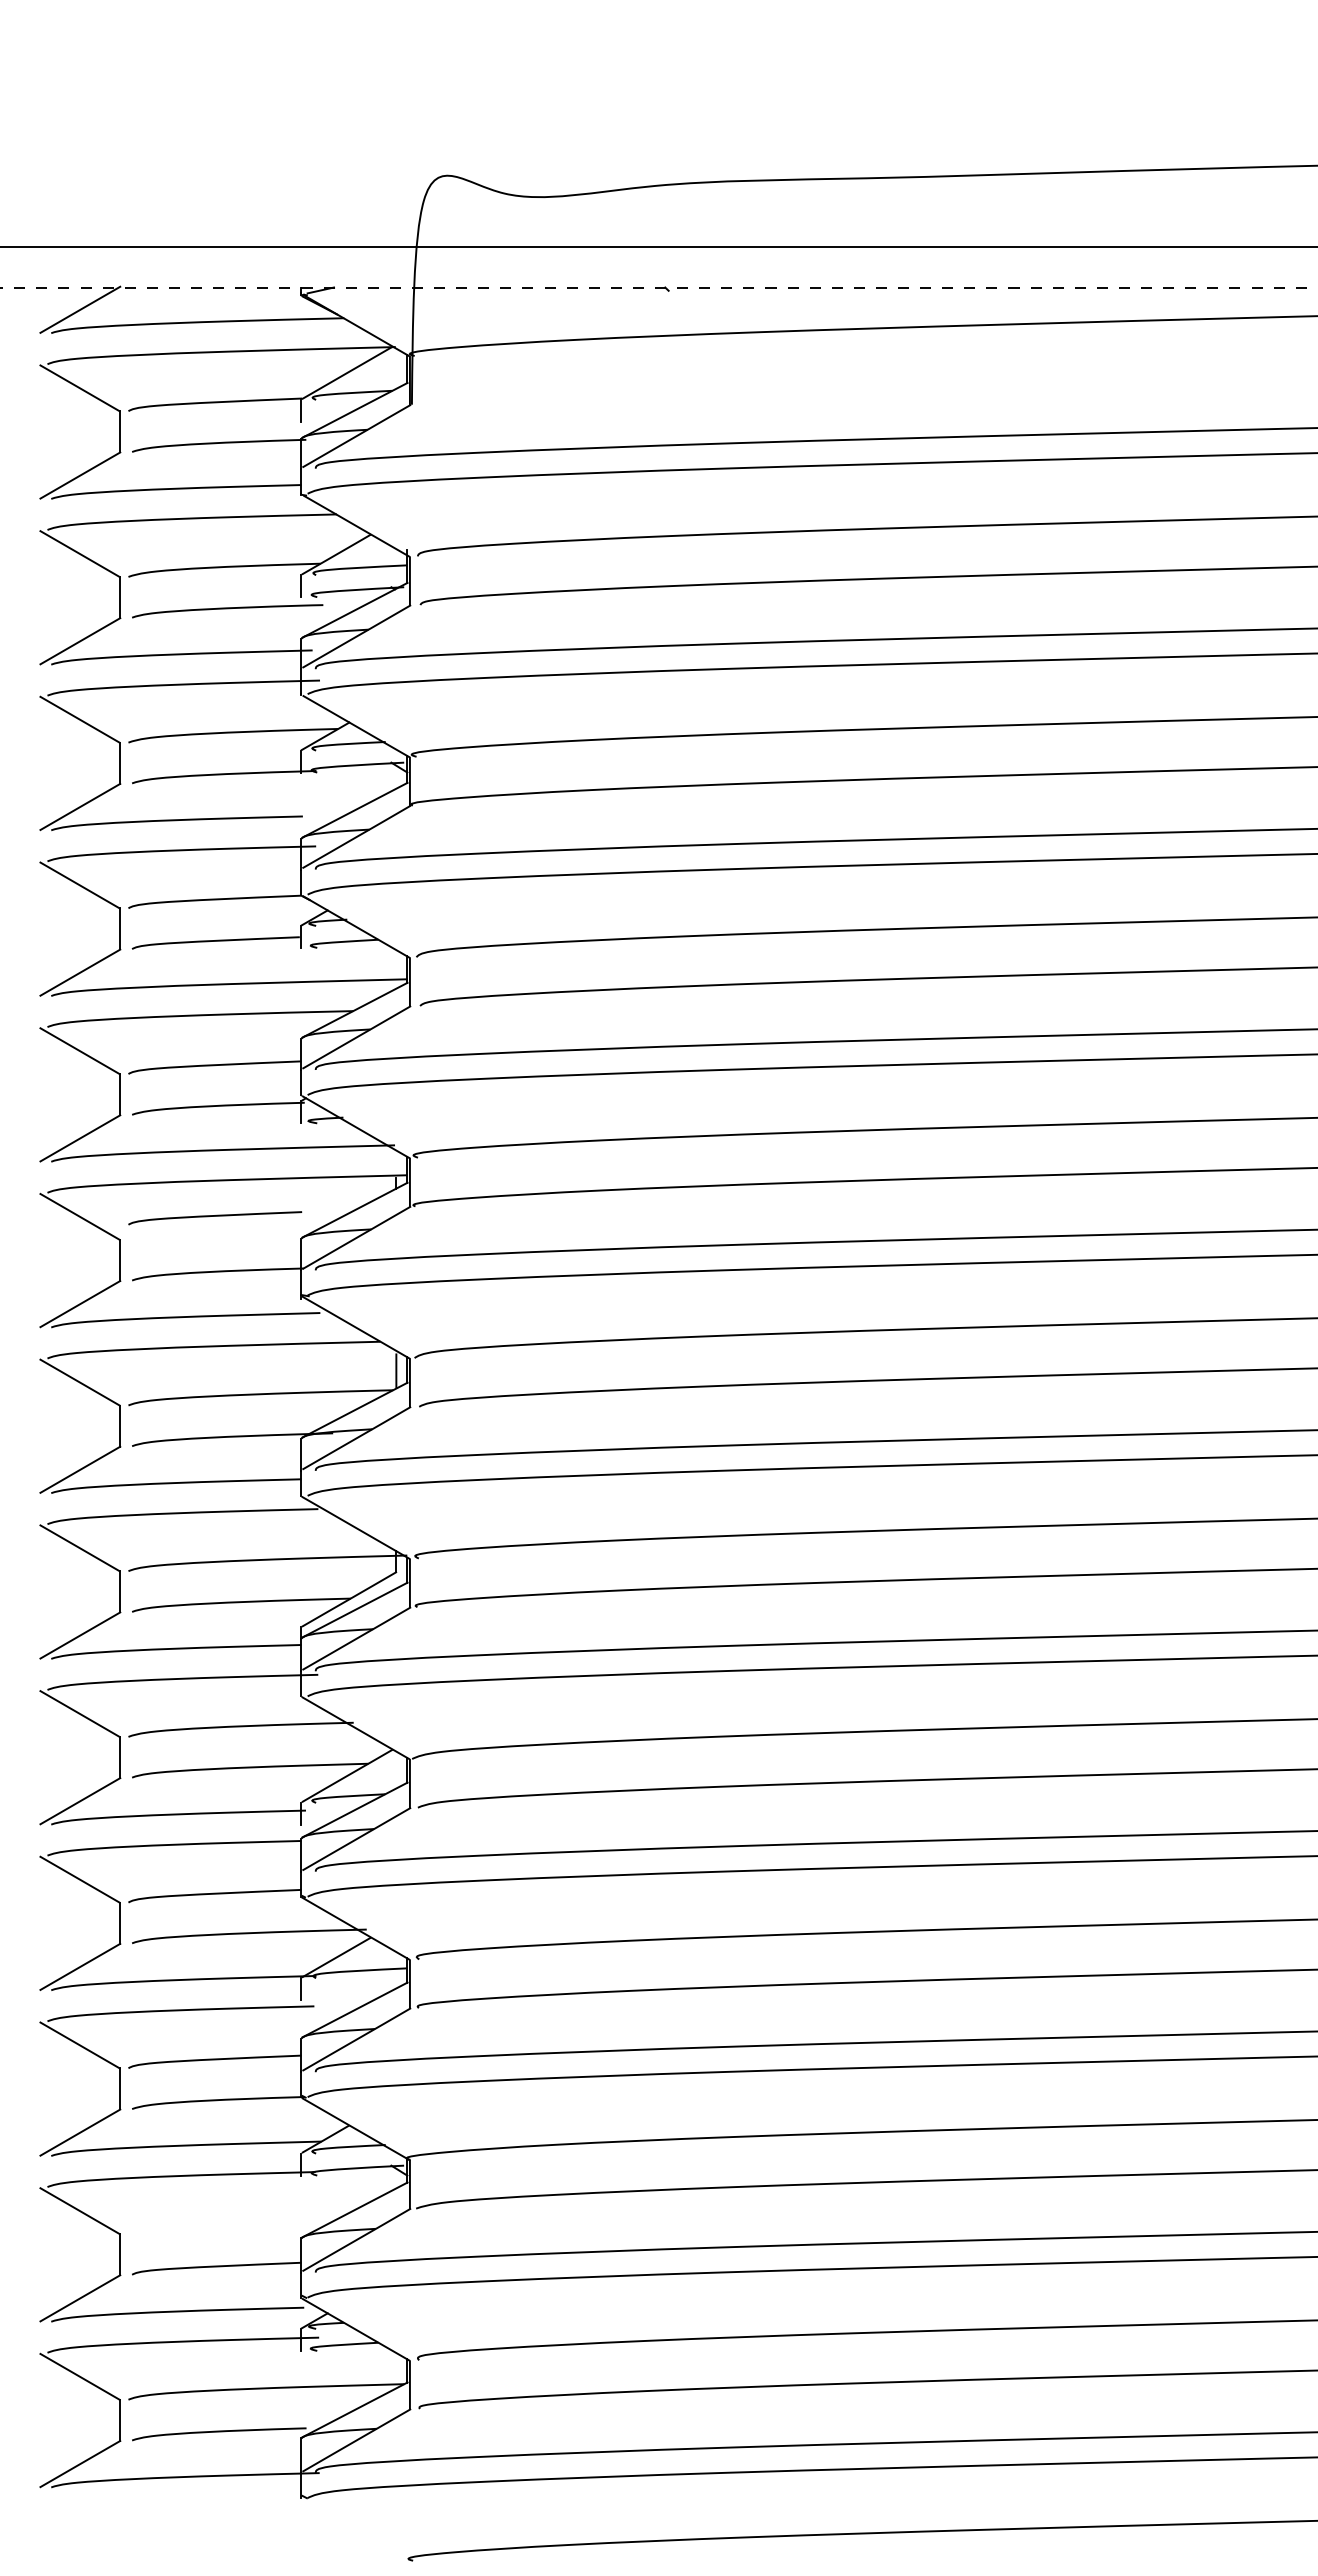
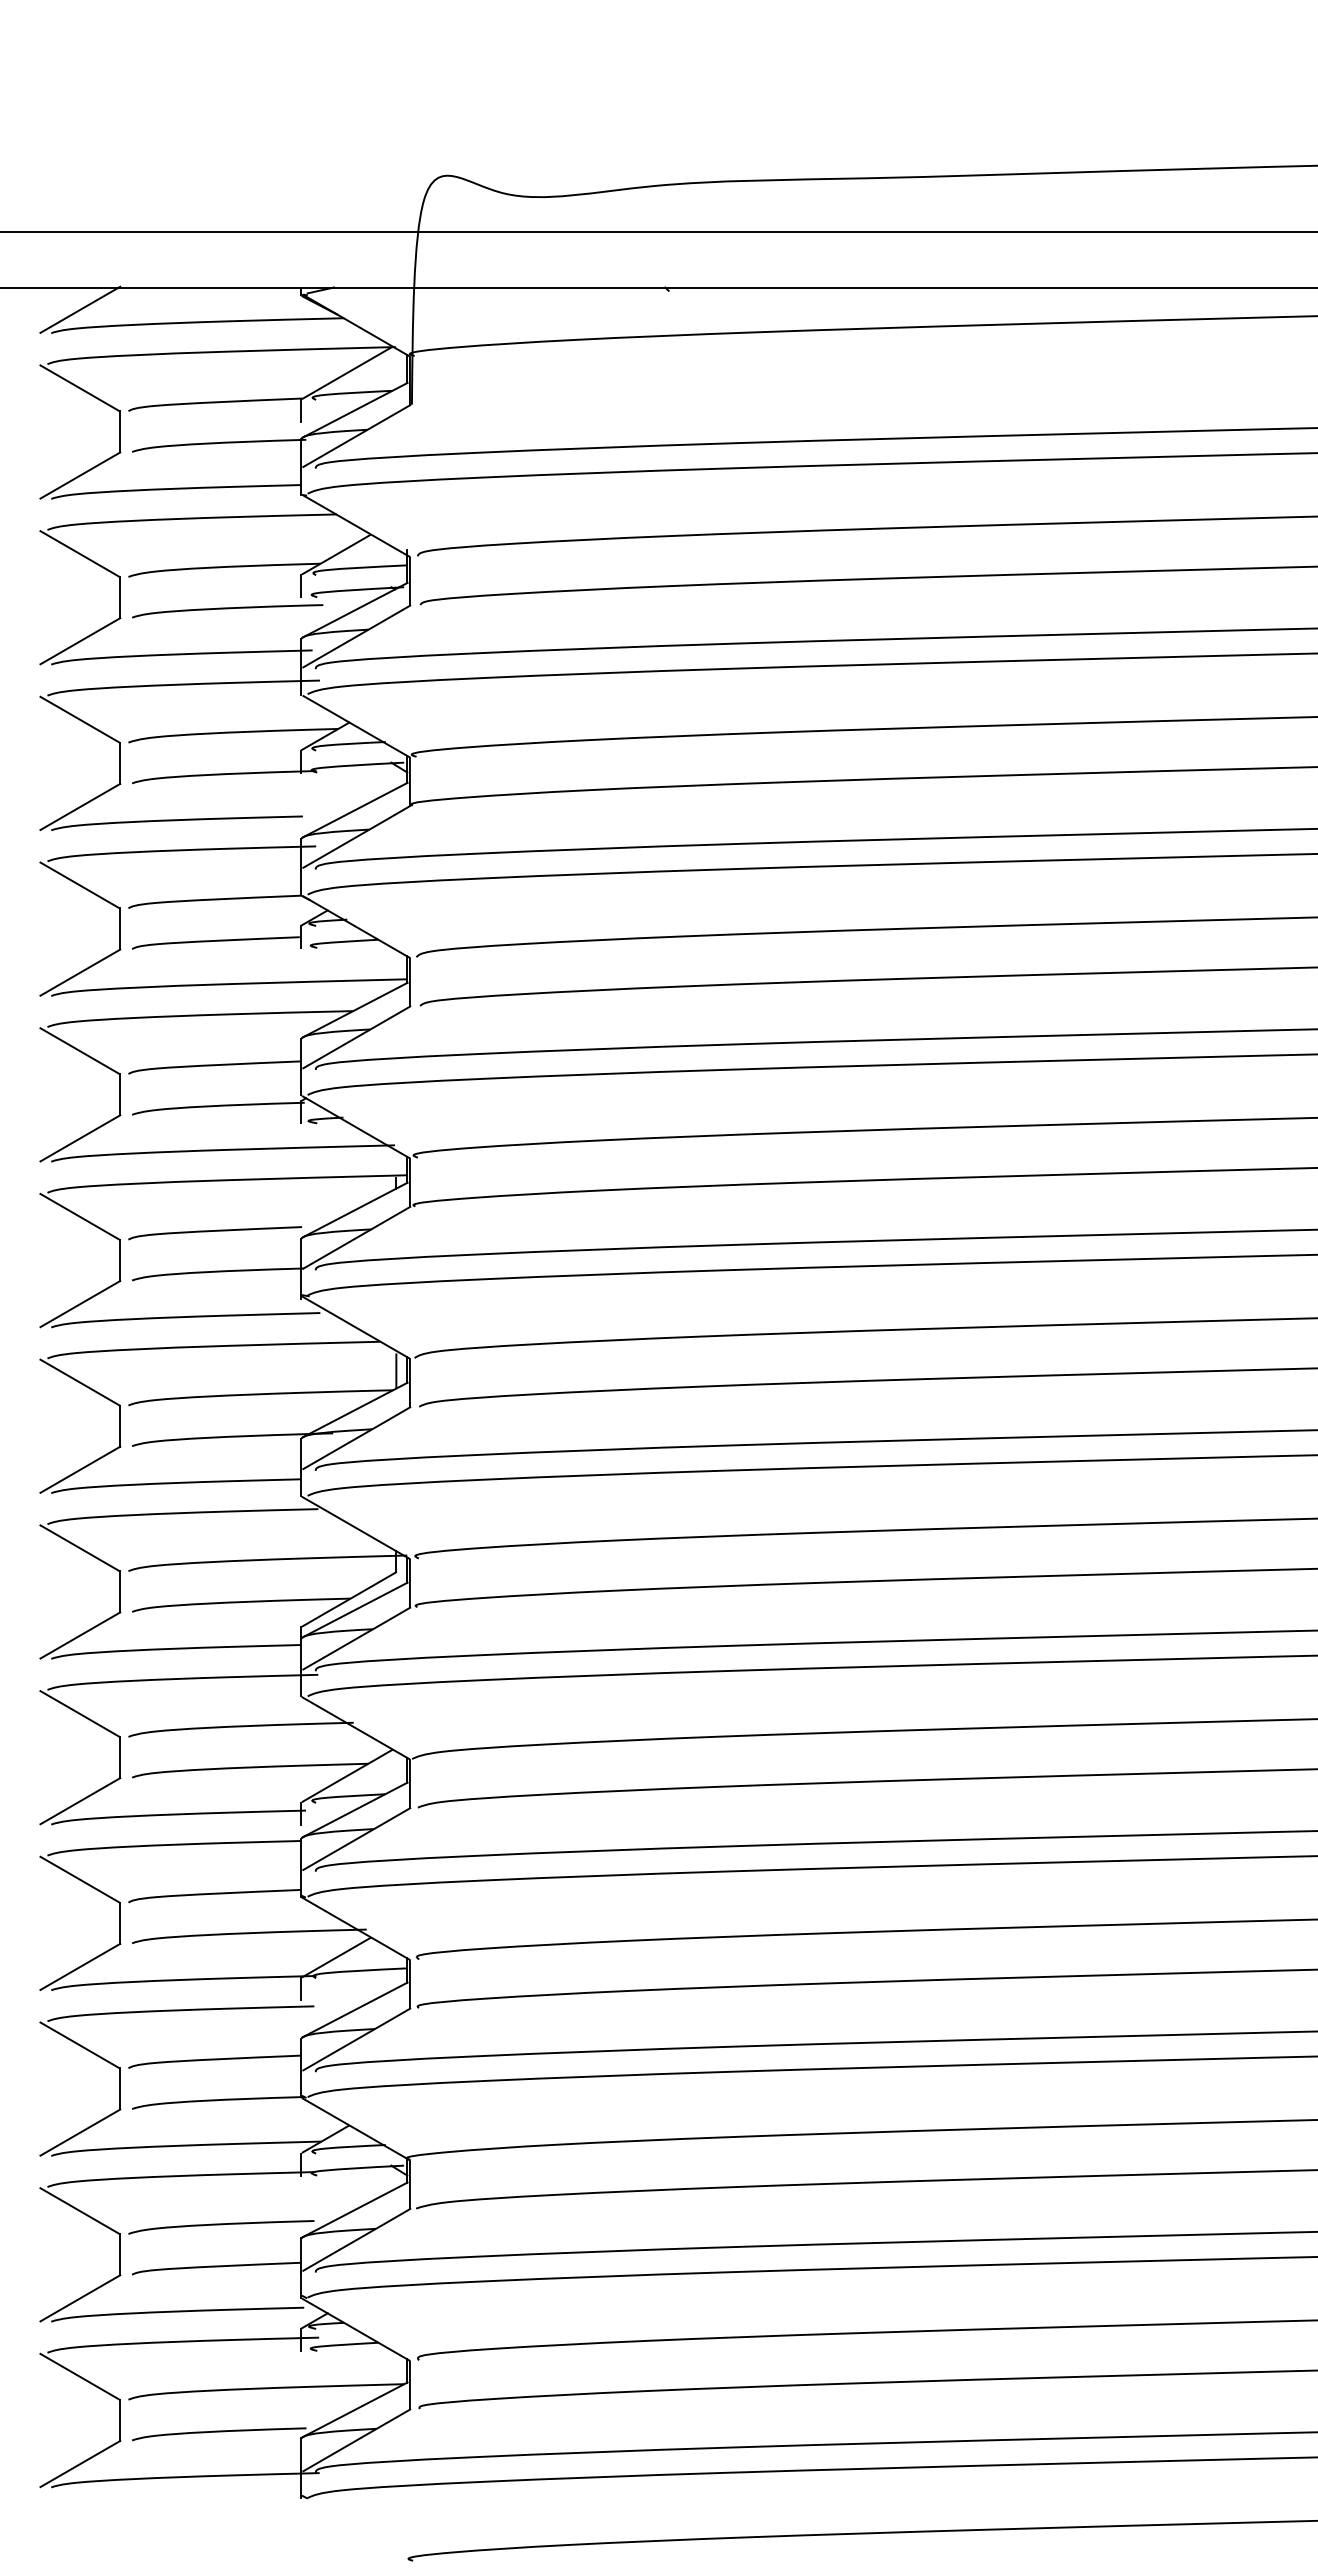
line at (658, 247) position: (658, 247) -> (658, 232)
line at (659, 287): dashed -> solid
curve at (215, 1216) position: (215, 1216) -> (215, 1231)
curve at (221, 2225): none -> present
